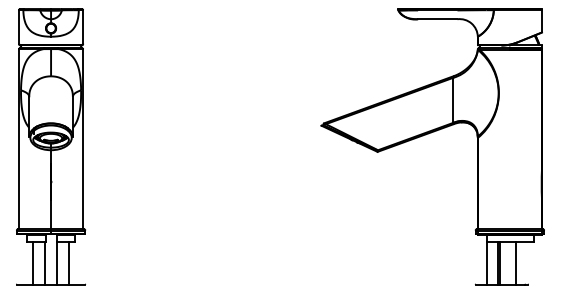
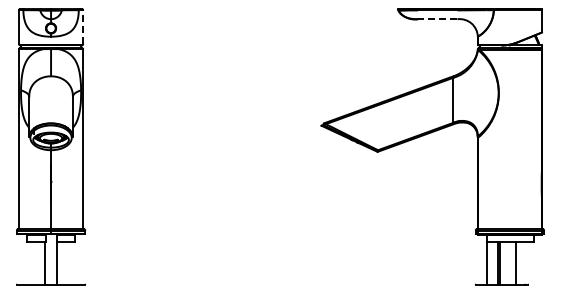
line at (437, 19): solid -> dashed
line at (83, 27): solid -> dashed
line at (33, 262): present -> none
line at (69, 262): present -> none
